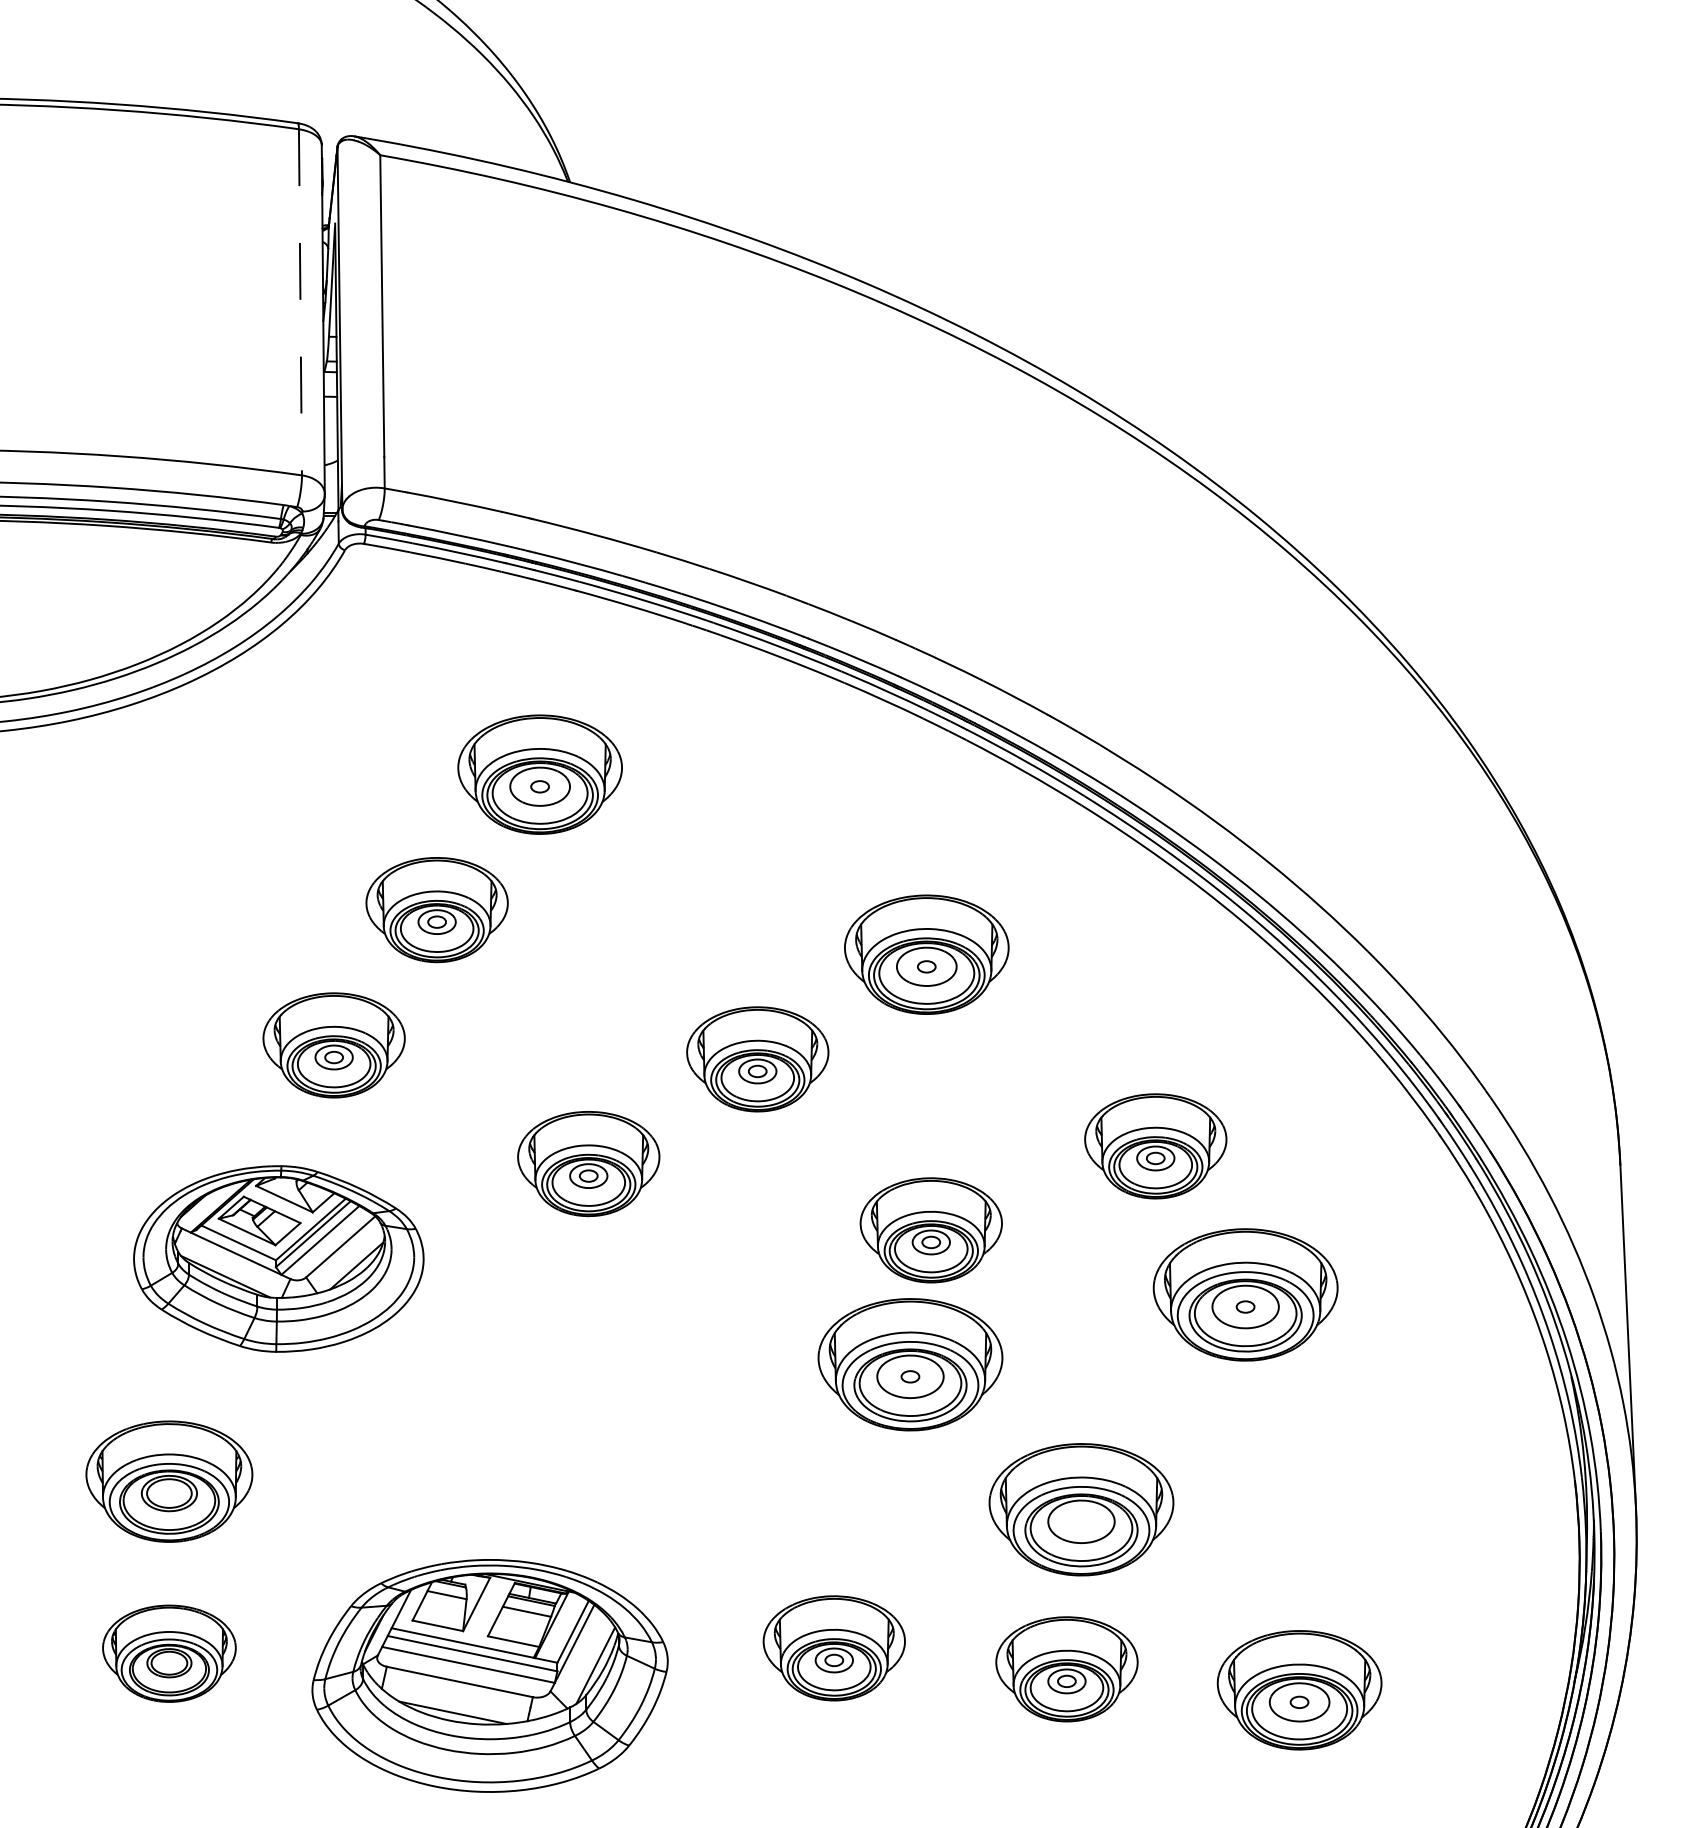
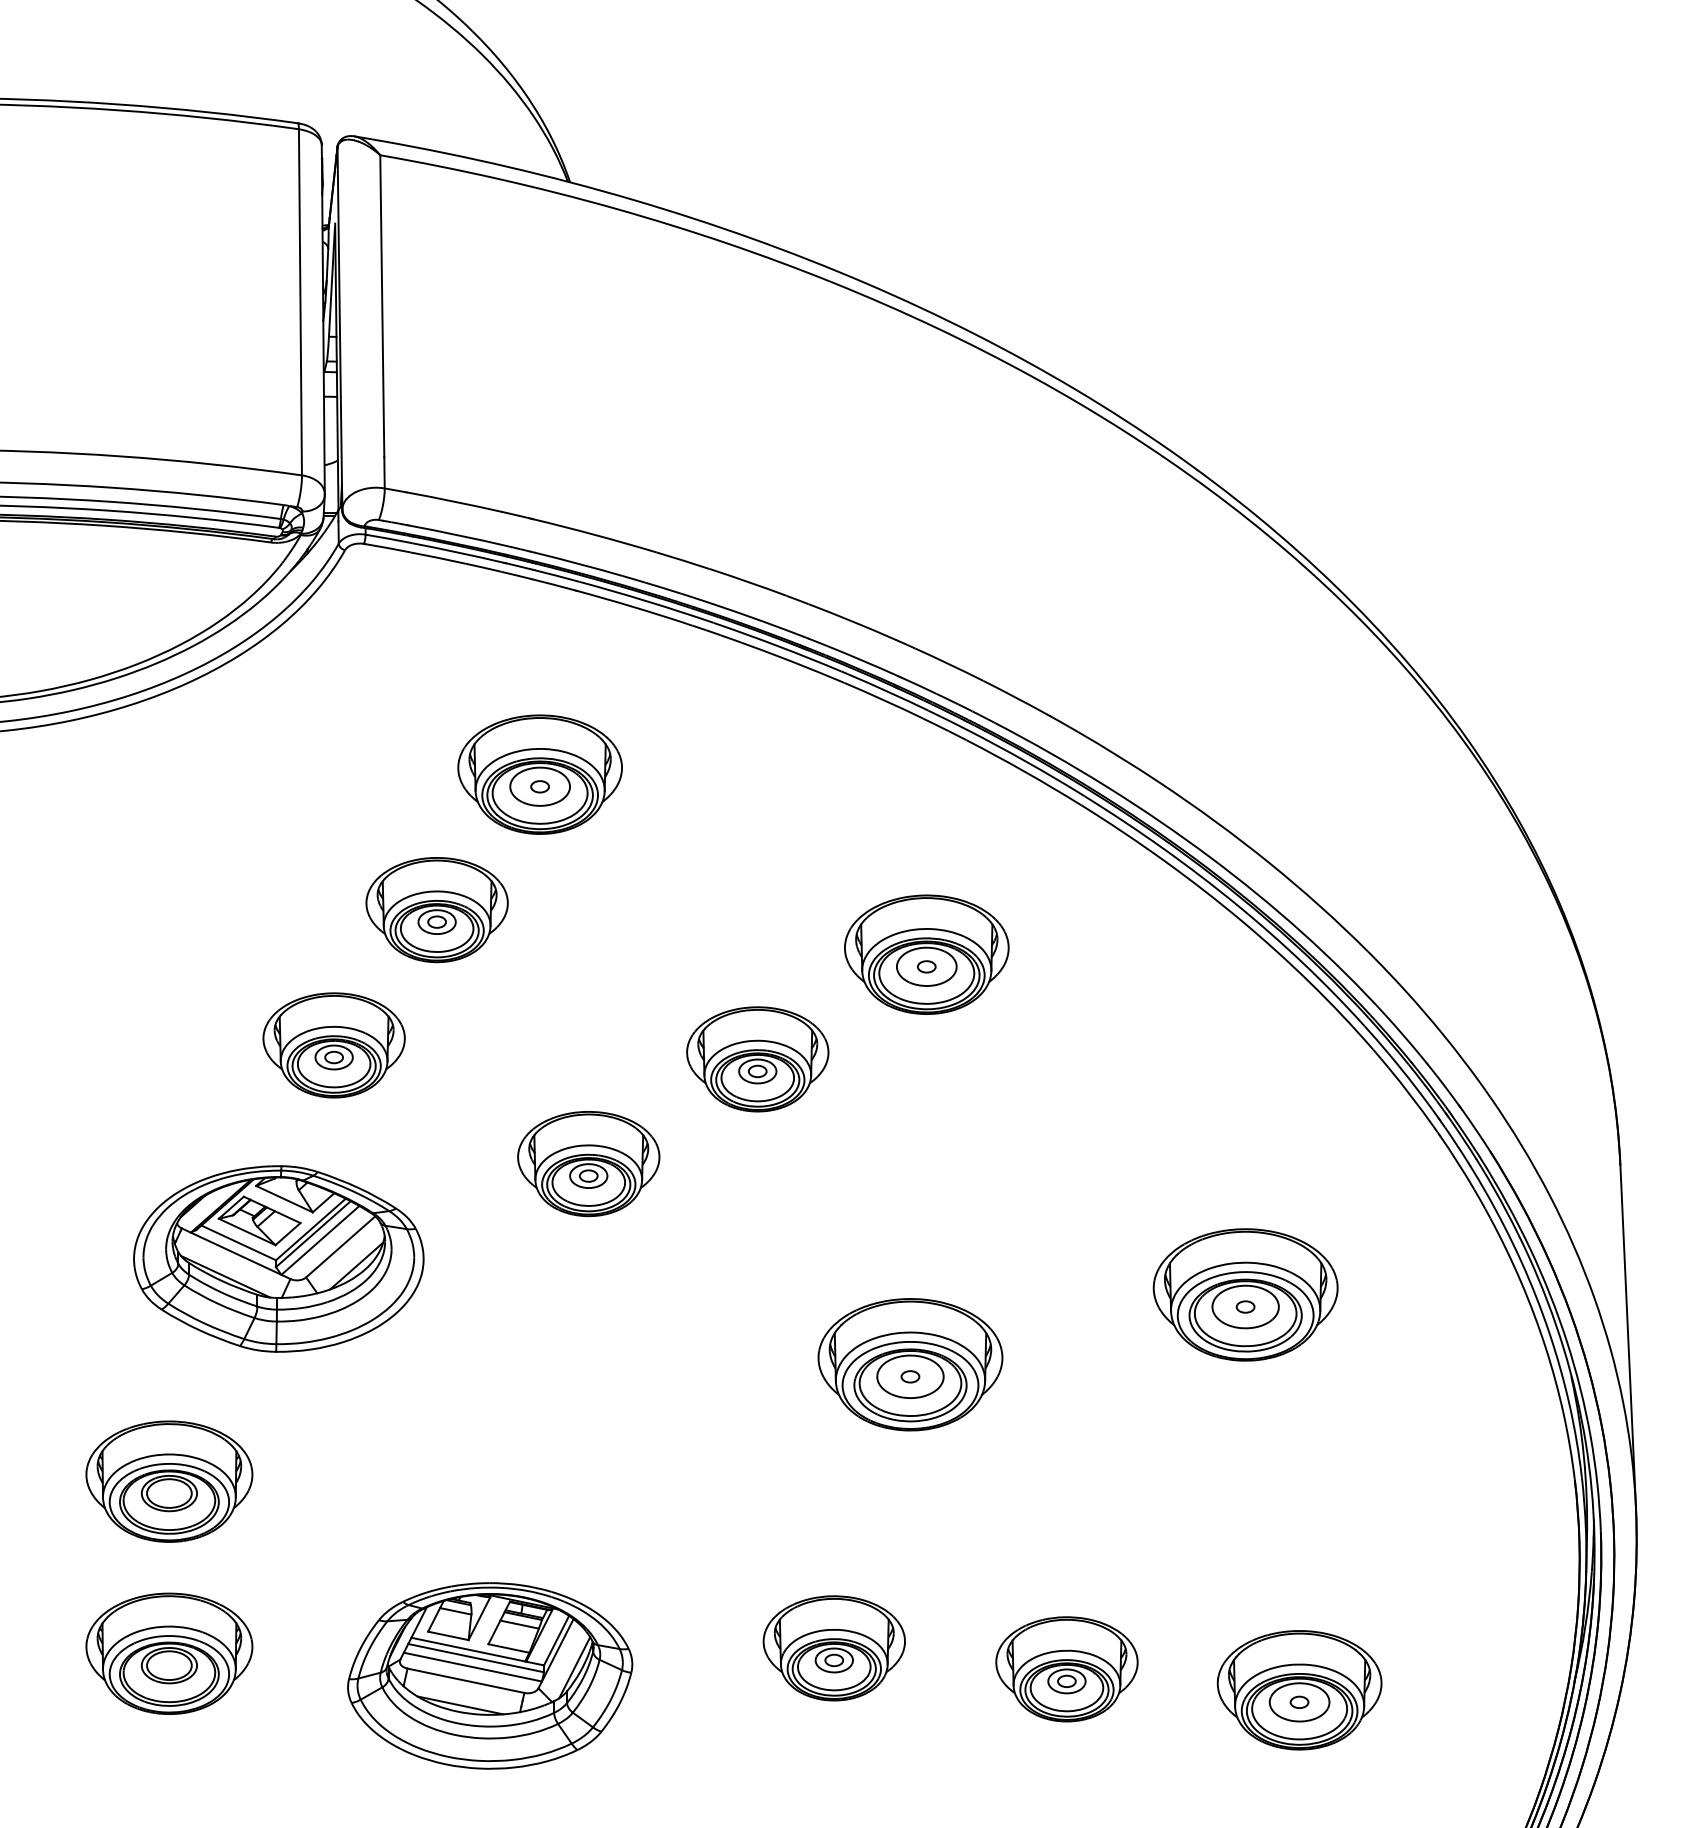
line at (300, 302): dashed -> solid
part at (1155, 1146): present -> none
part at (930, 1230): present -> none
part at (1081, 1509): present -> none
part at (169, 1653) size: 135x99 px -> 169x123 px
part at (489, 1675) size: 358x234 px -> 287x188 px
